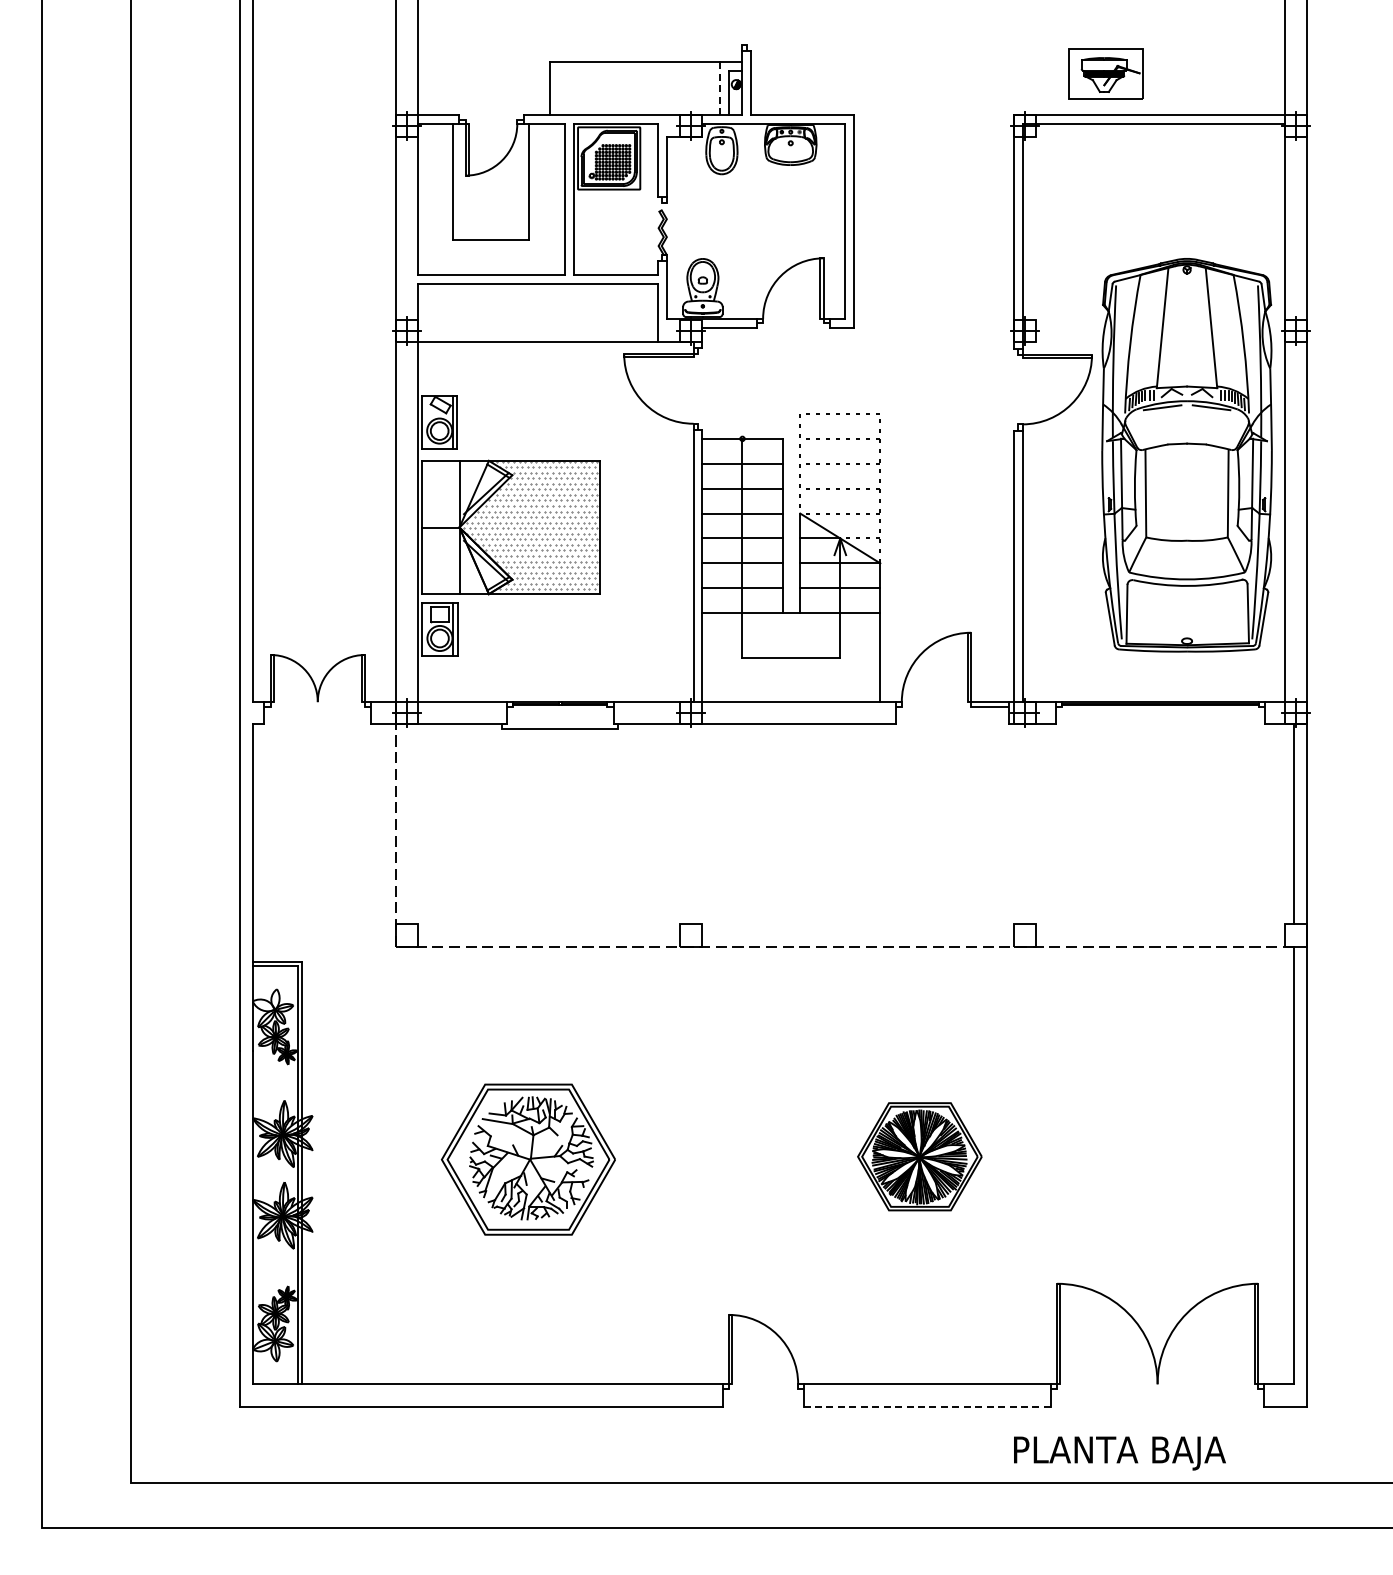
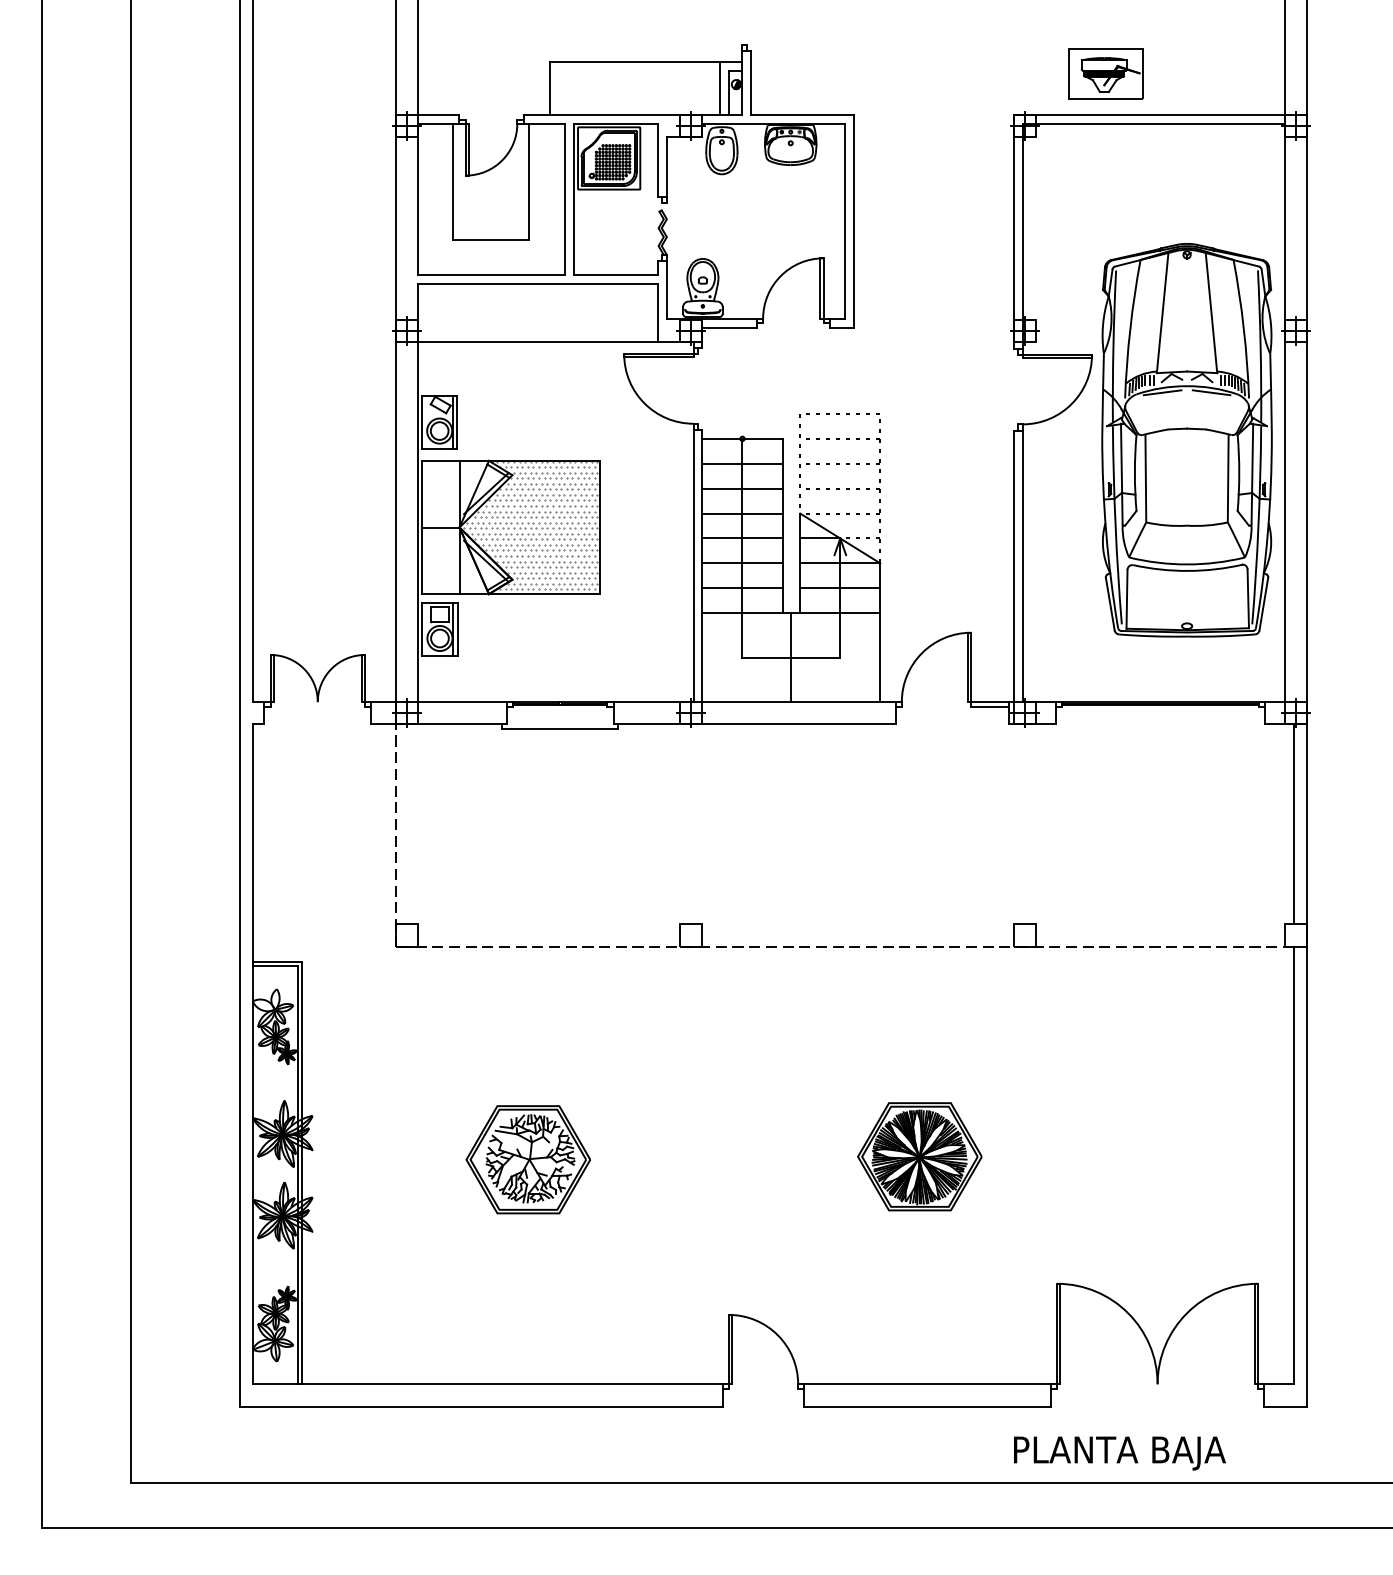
line at (720, 88): dashed -> solid
part at (1186, 455) position: (1186, 455) -> (1186, 440)
line at (791, 657): none -> present
part at (528, 1159) size: 175x153 px -> 126x110 px
line at (927, 1406): dashed -> solid
